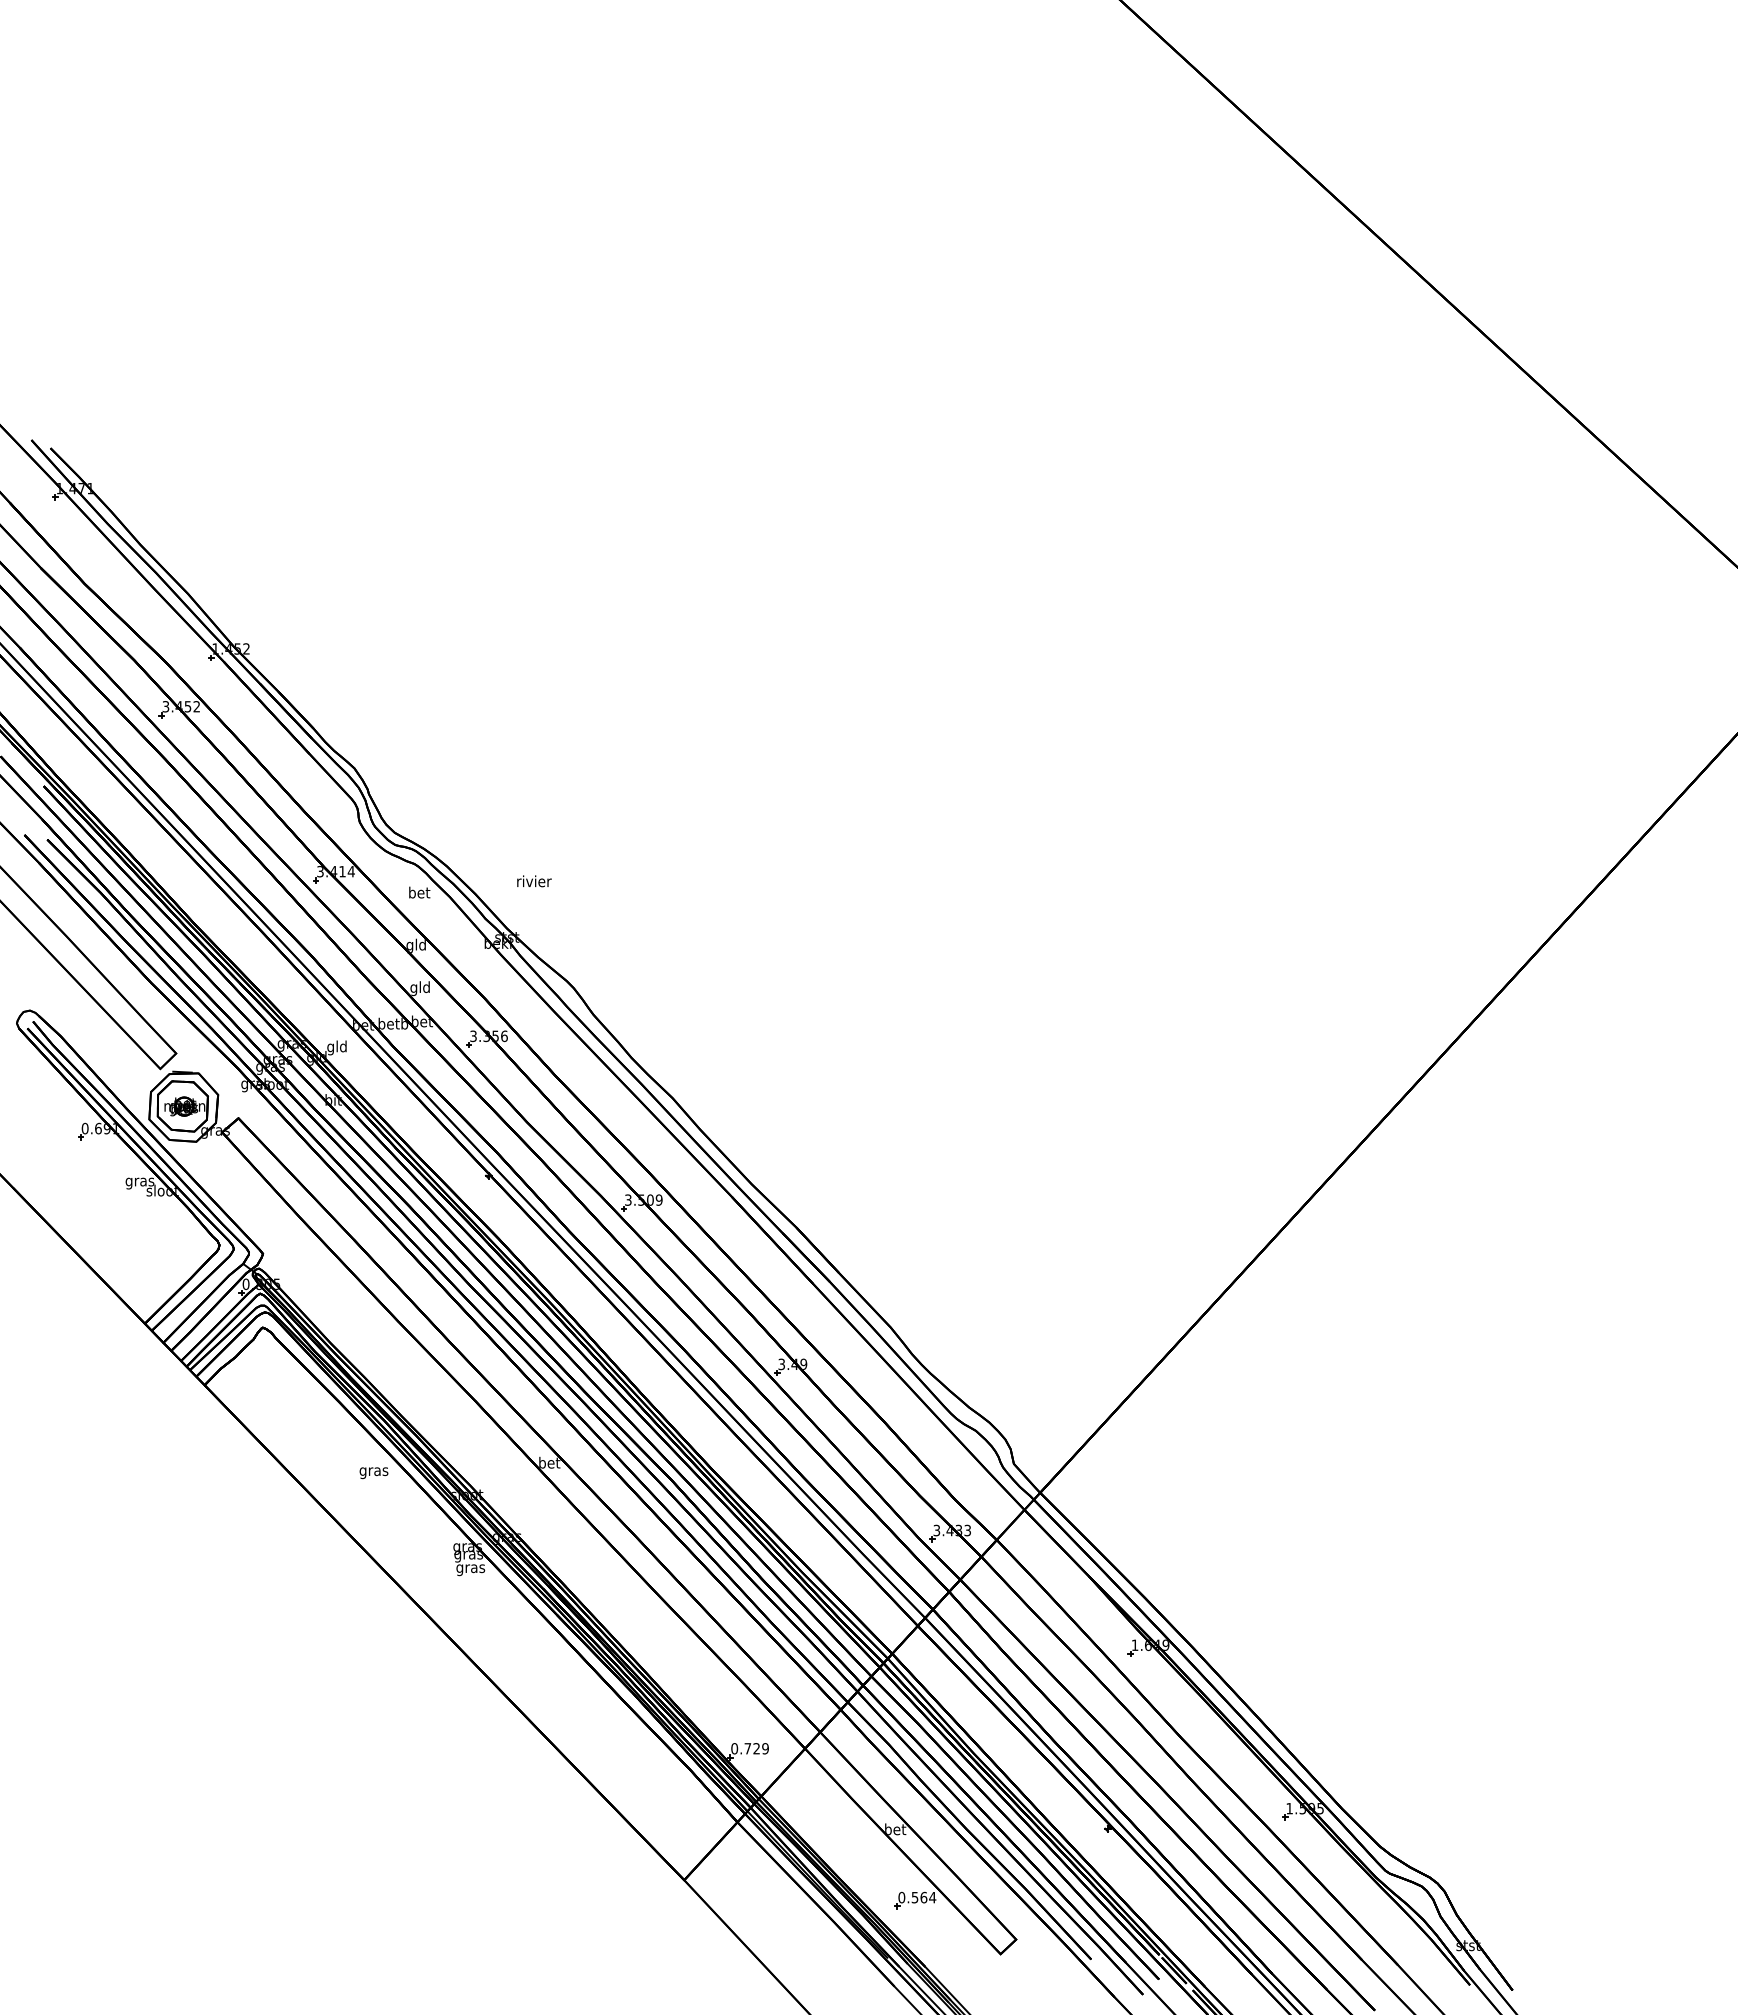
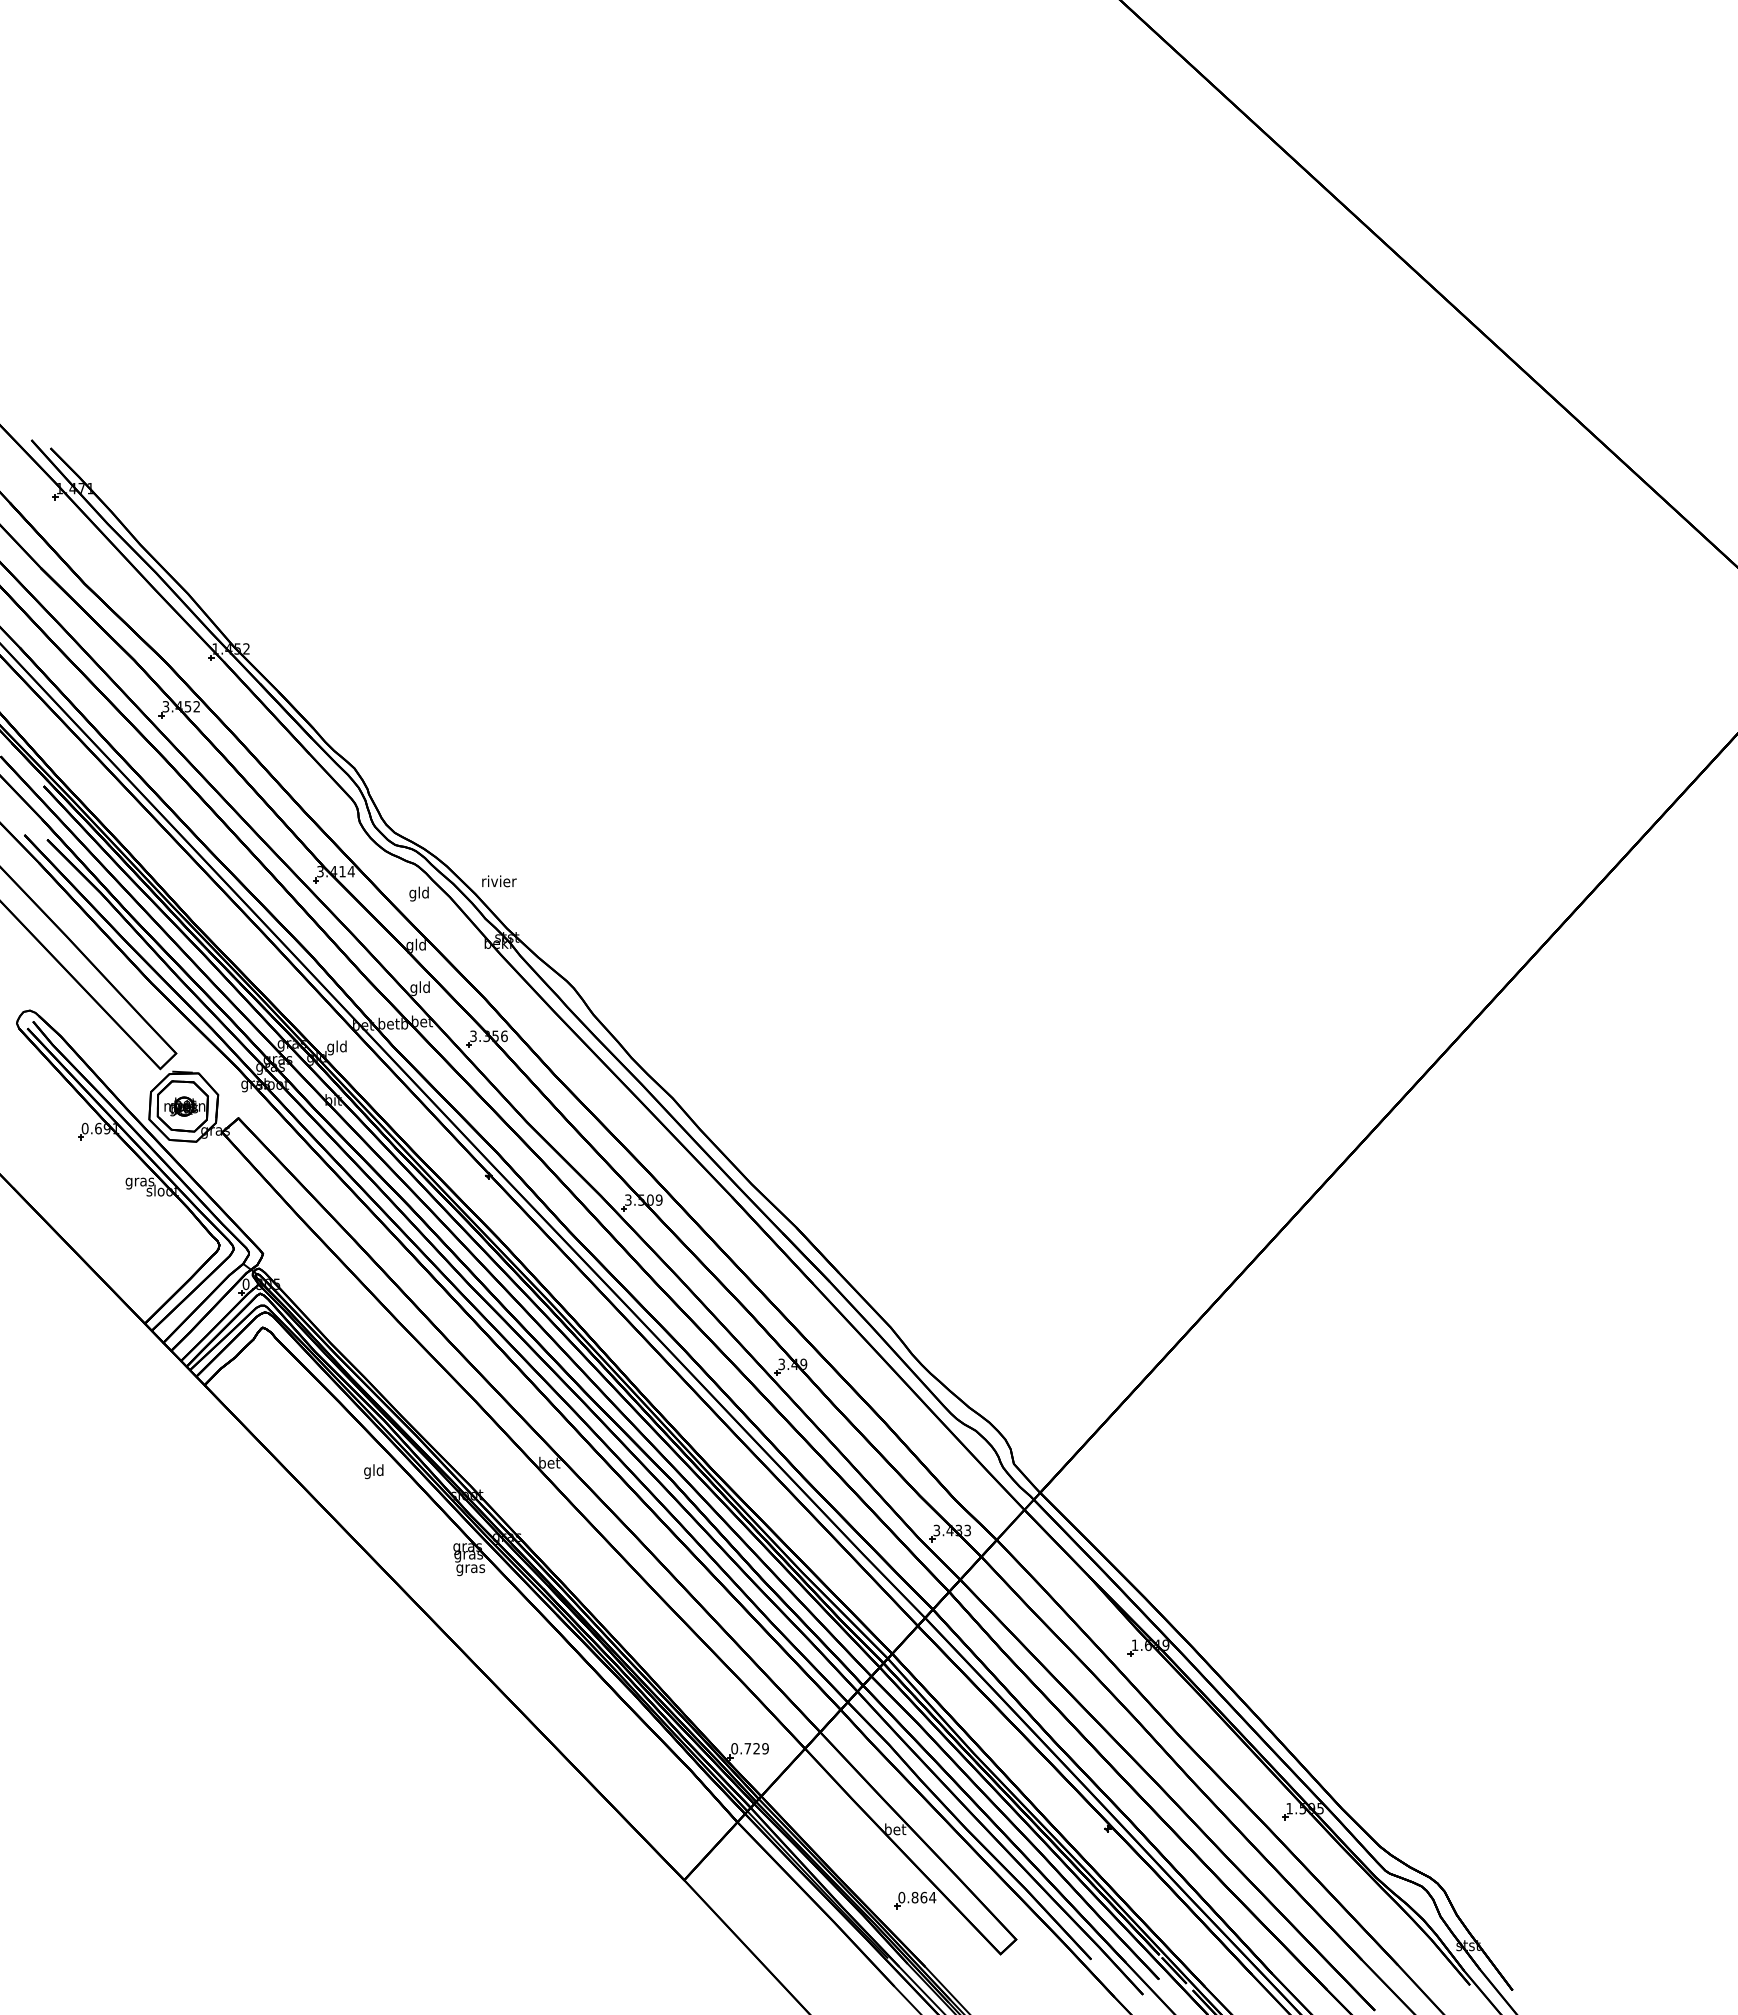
text at (534, 881) position: (534, 881) -> (499, 881)
text at (419, 893): bet -> gld
text at (373, 1471): gras -> gld
text at (914, 1897): 0.564 -> 0.864
